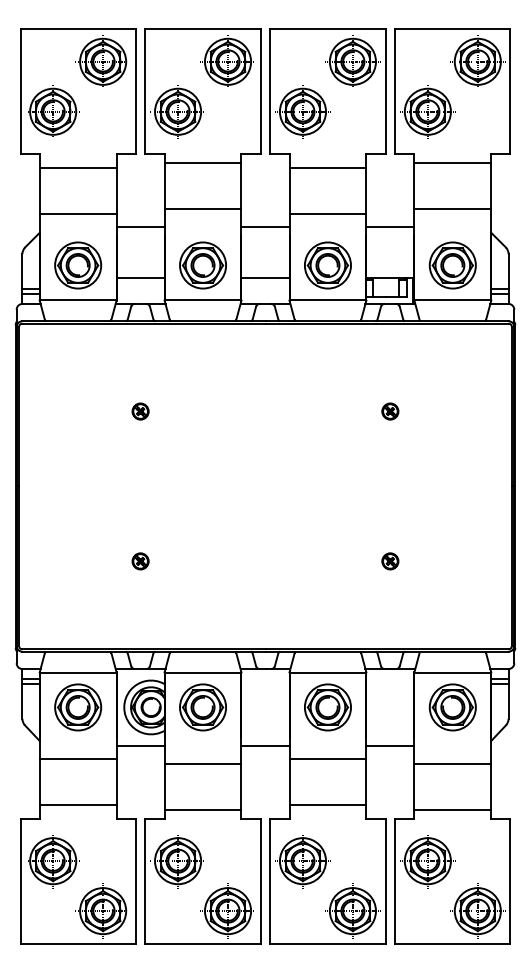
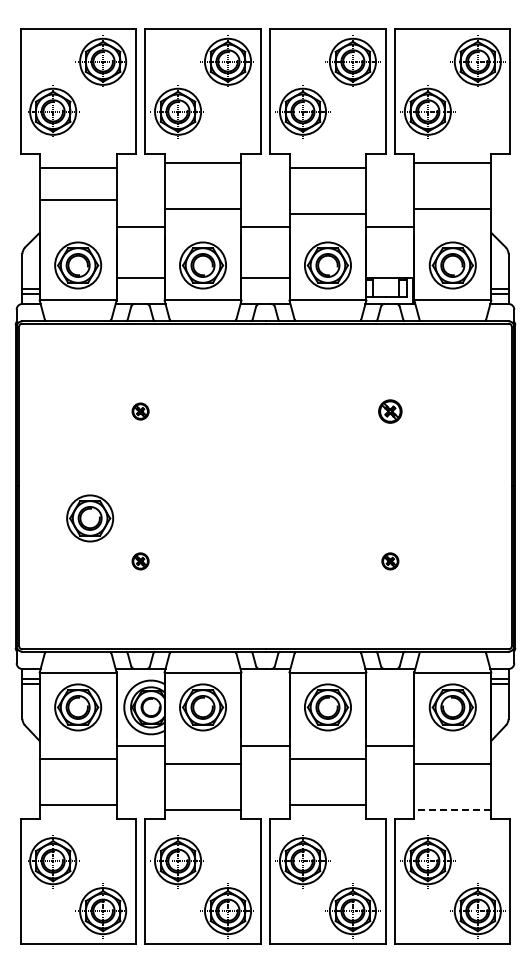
line at (77, 213) position: (77, 213) -> (77, 199)
part at (390, 411) size: 19x19 px -> 25x25 px
part at (90, 518): none -> present
line at (452, 810): solid -> dashed
